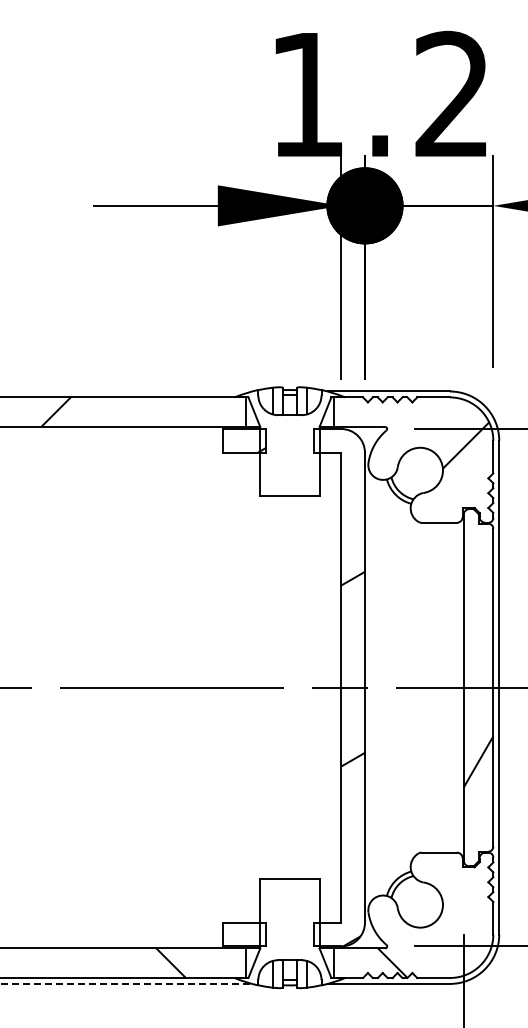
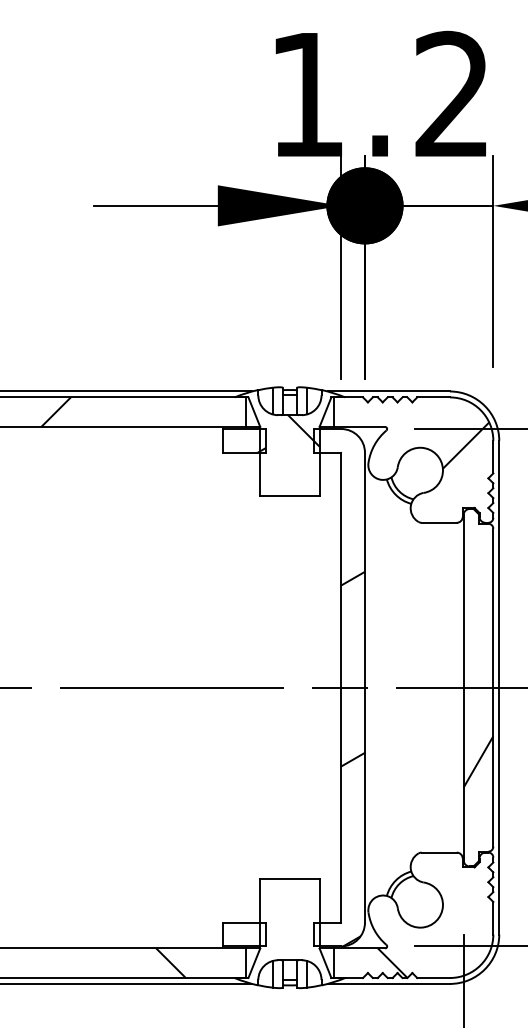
line at (127, 391): none -> present
hatch at (303, 430): none -> present
line at (126, 983): dashed -> solid
